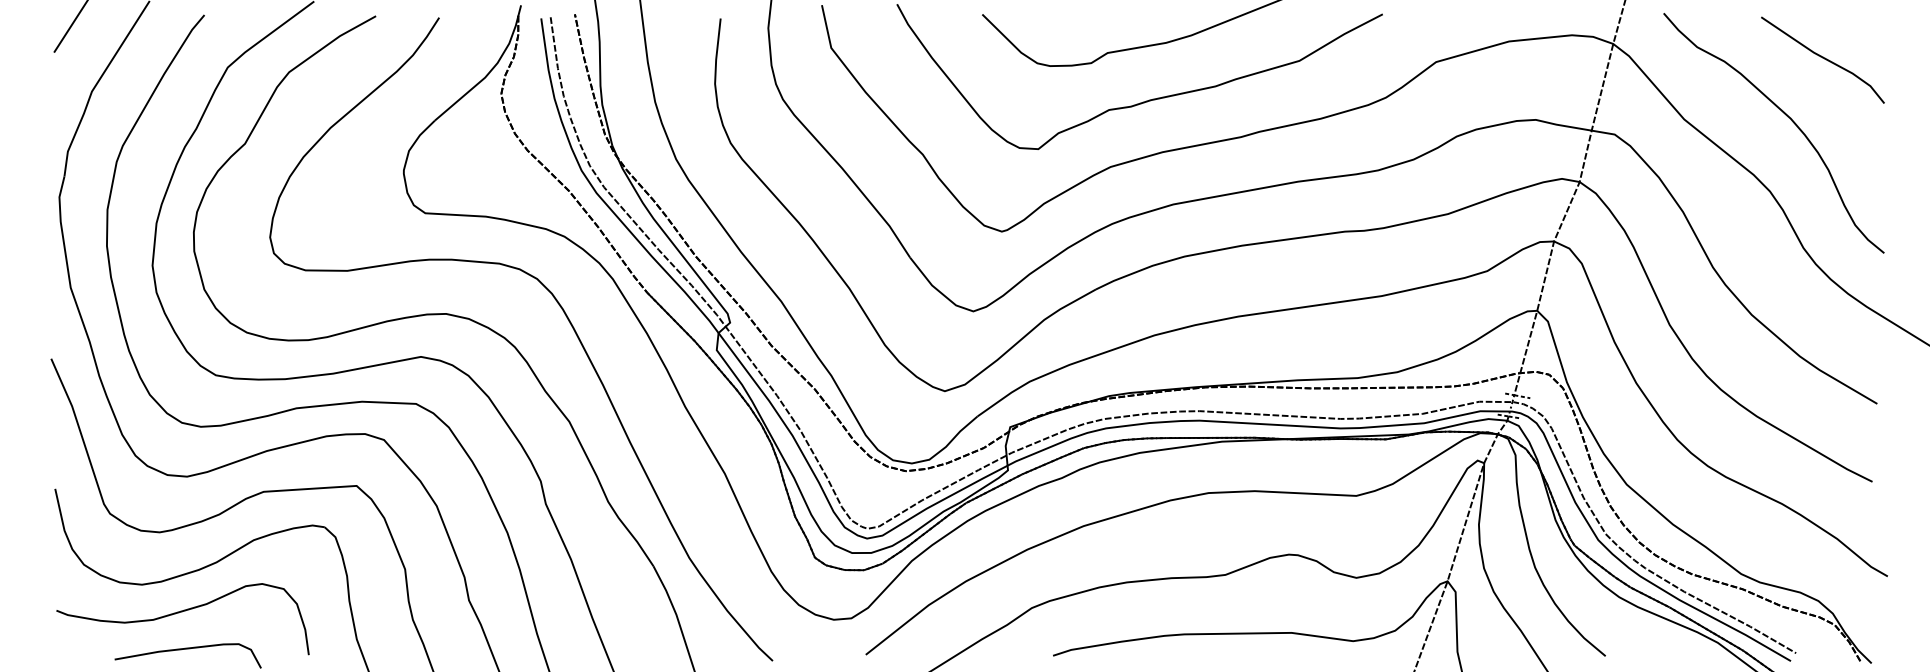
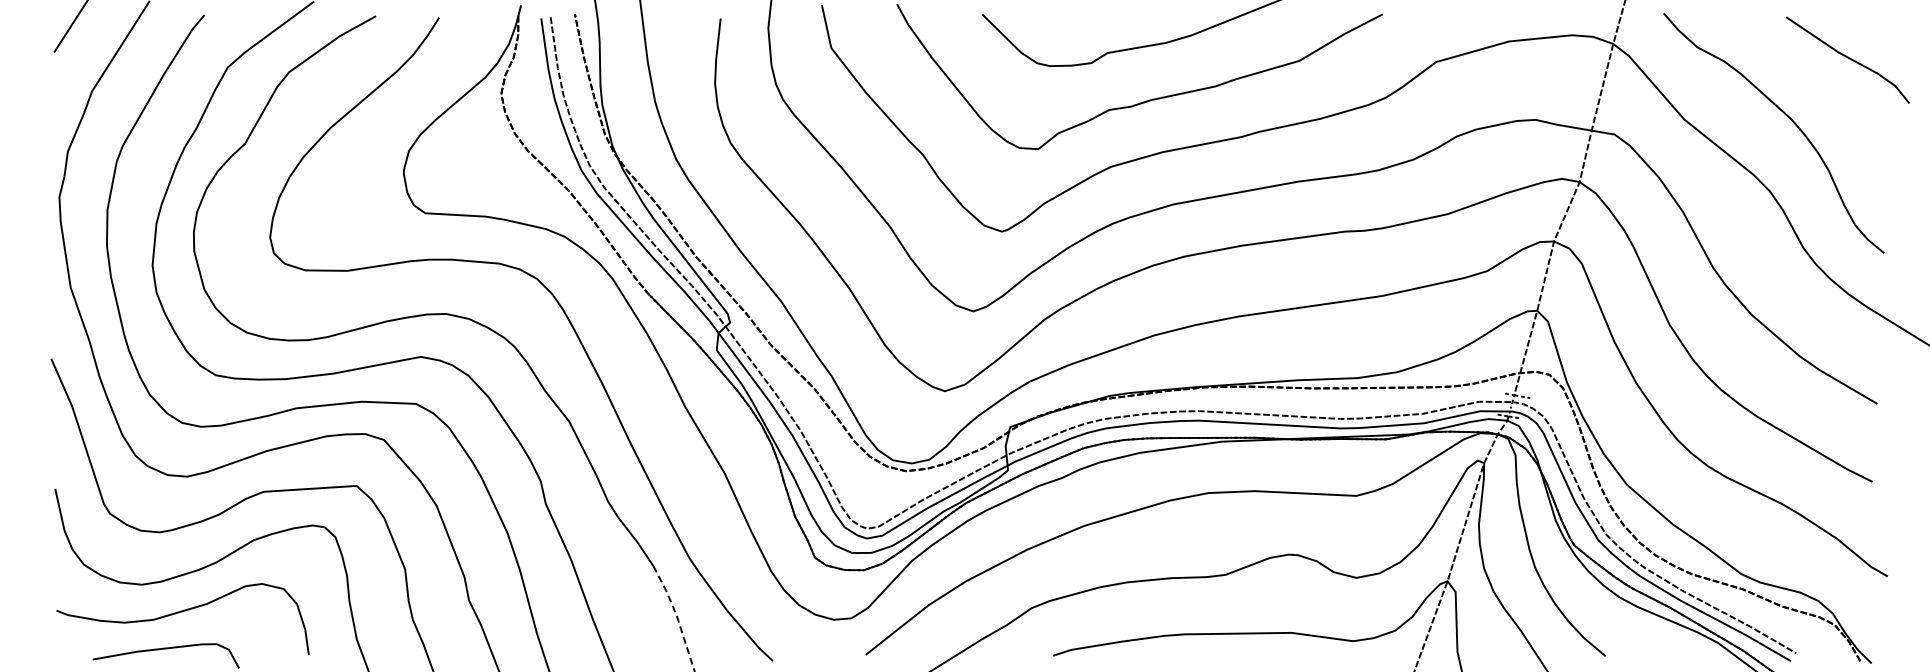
line at (1822, 58) position: (1822, 58) -> (1847, 58)
line at (677, 616): solid -> dashed
curve at (187, 649) position: (187, 649) -> (165, 649)
